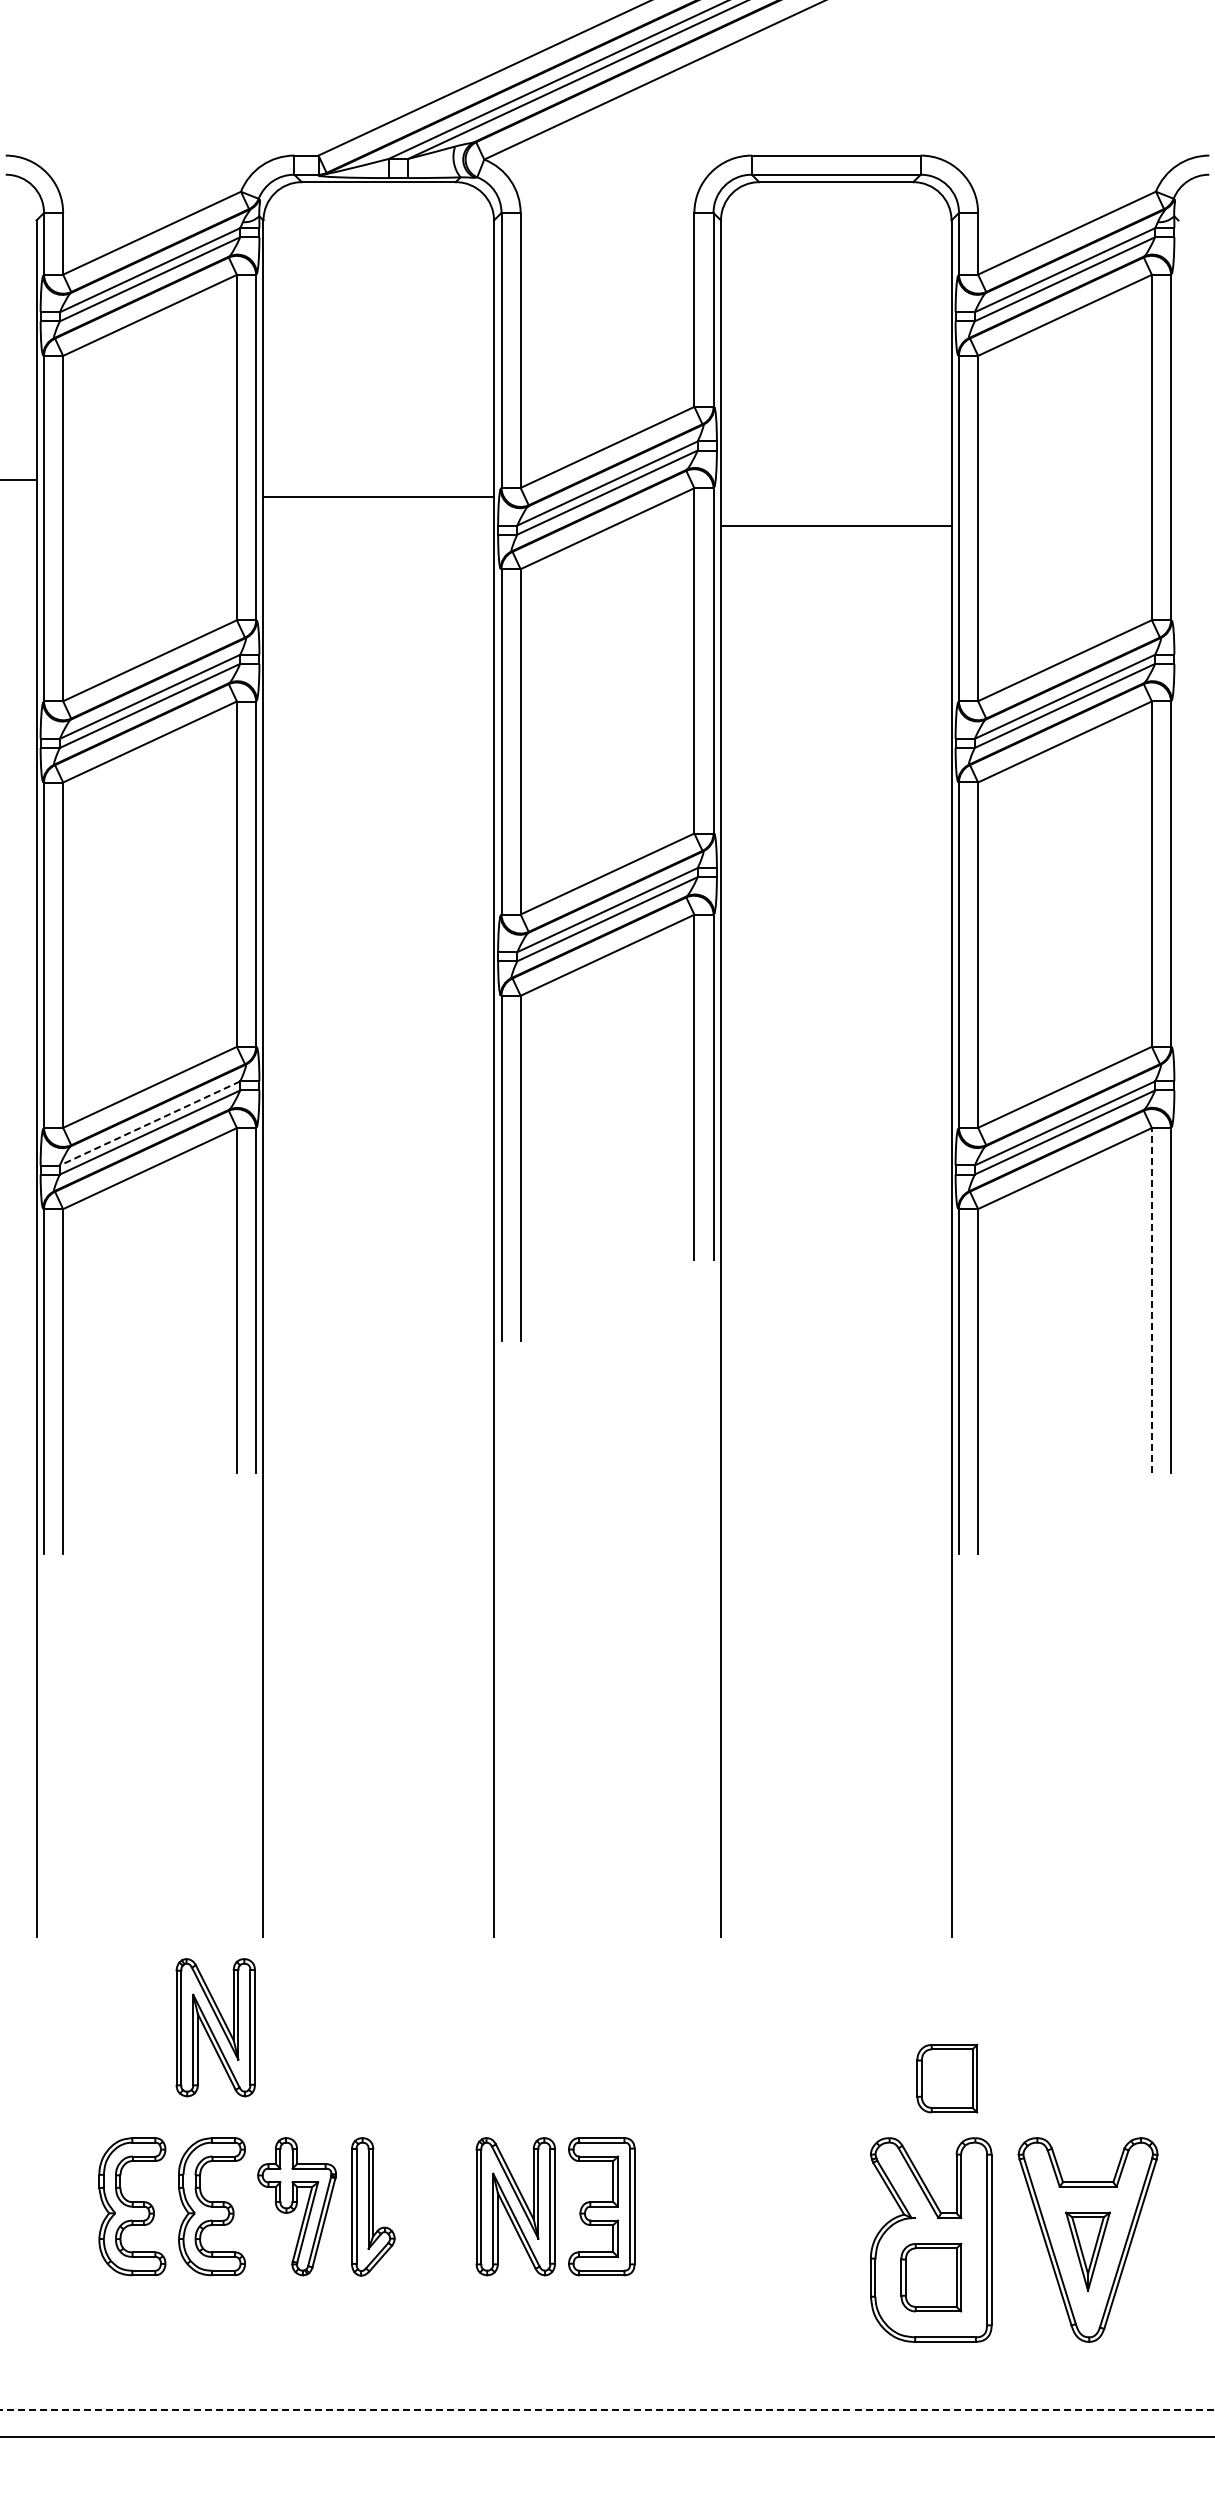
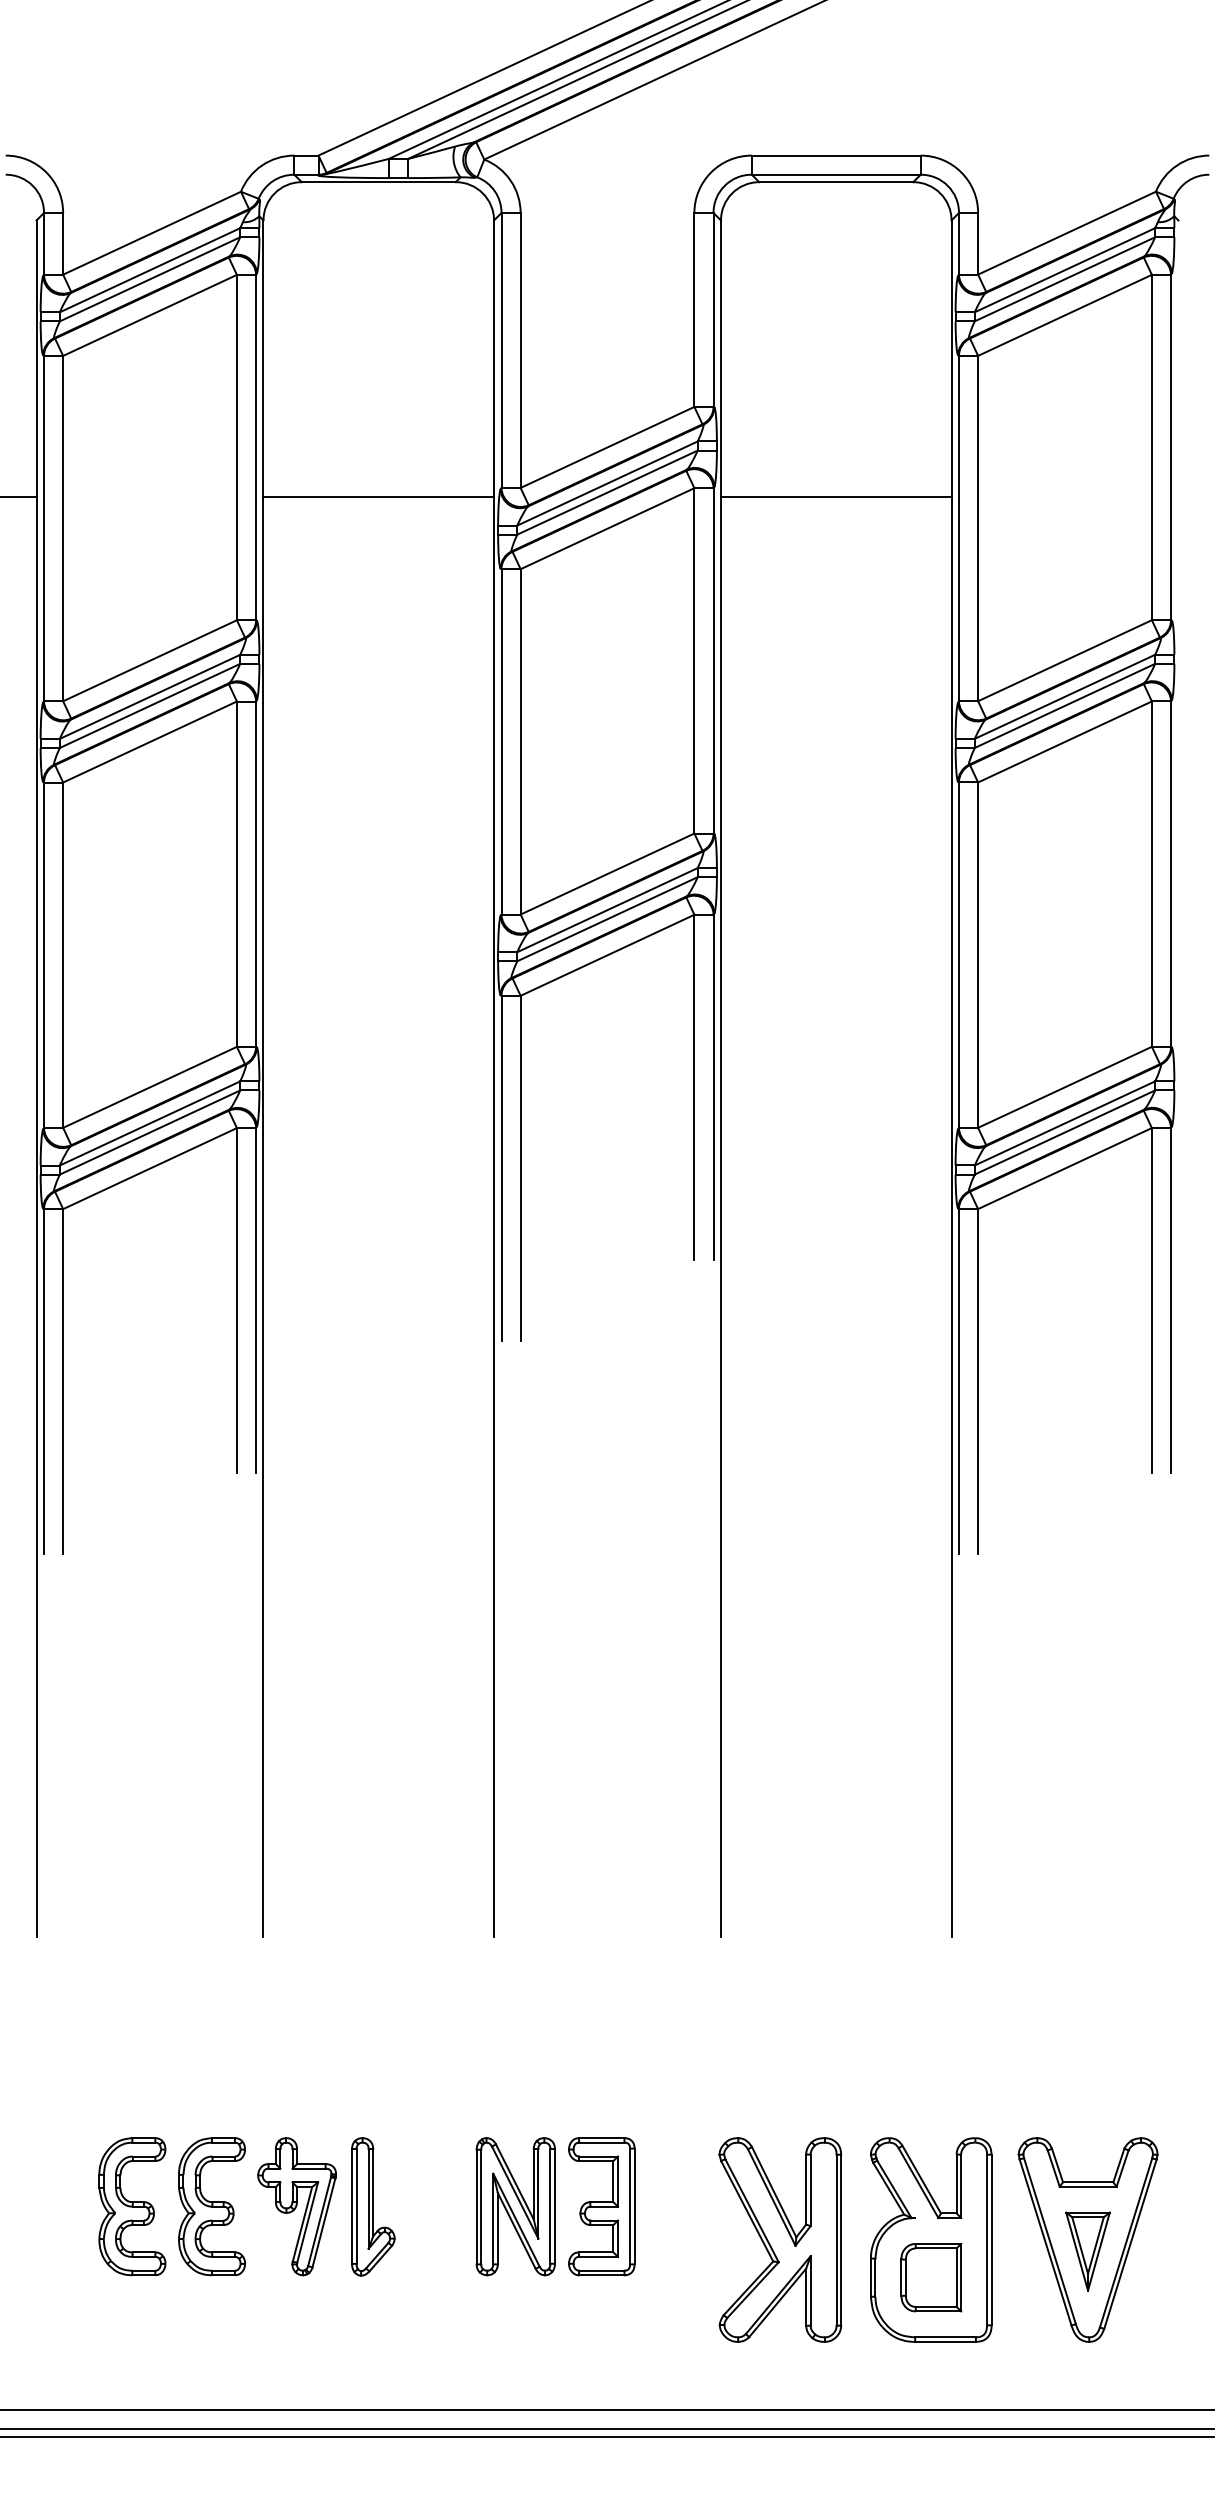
line at (19, 480) position: (19, 480) -> (19, 497)
line at (835, 526) position: (835, 526) -> (835, 497)
line at (150, 1123): dashed -> solid
line at (1151, 1300): dashed -> solid
part at (215, 2027): present -> none
part at (947, 2078): present -> none
part at (780, 2239): none -> present
line at (607, 2410): dashed -> solid
line at (606, 2429): none -> present
